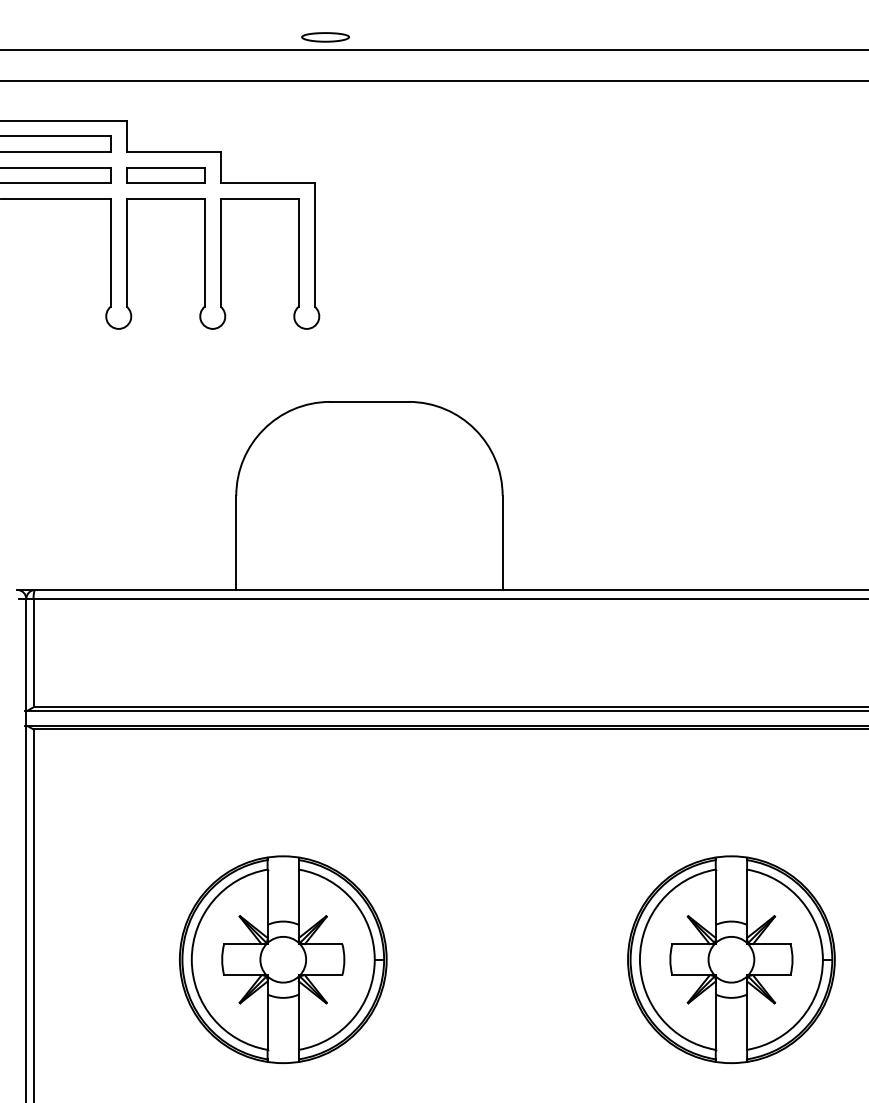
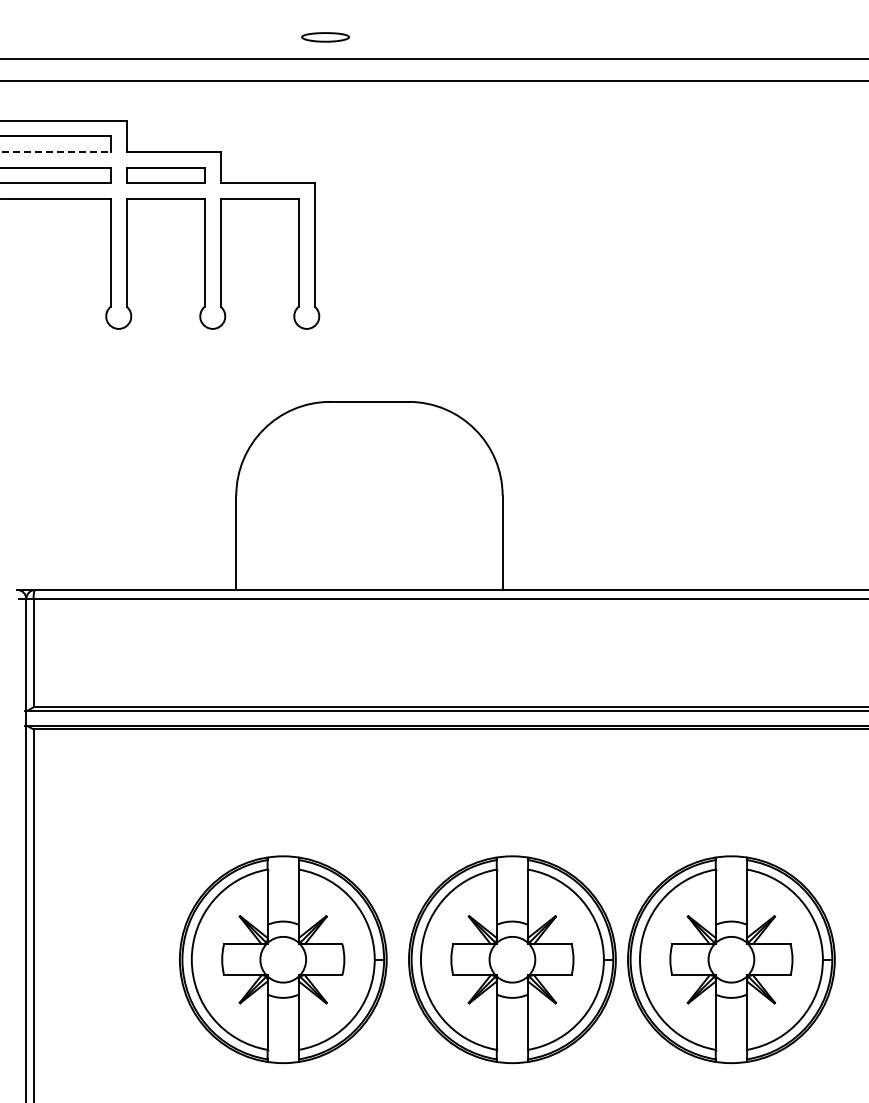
line at (433, 50) position: (433, 50) -> (433, 59)
line at (56, 151): solid -> dashed
part at (512, 959): none -> present
